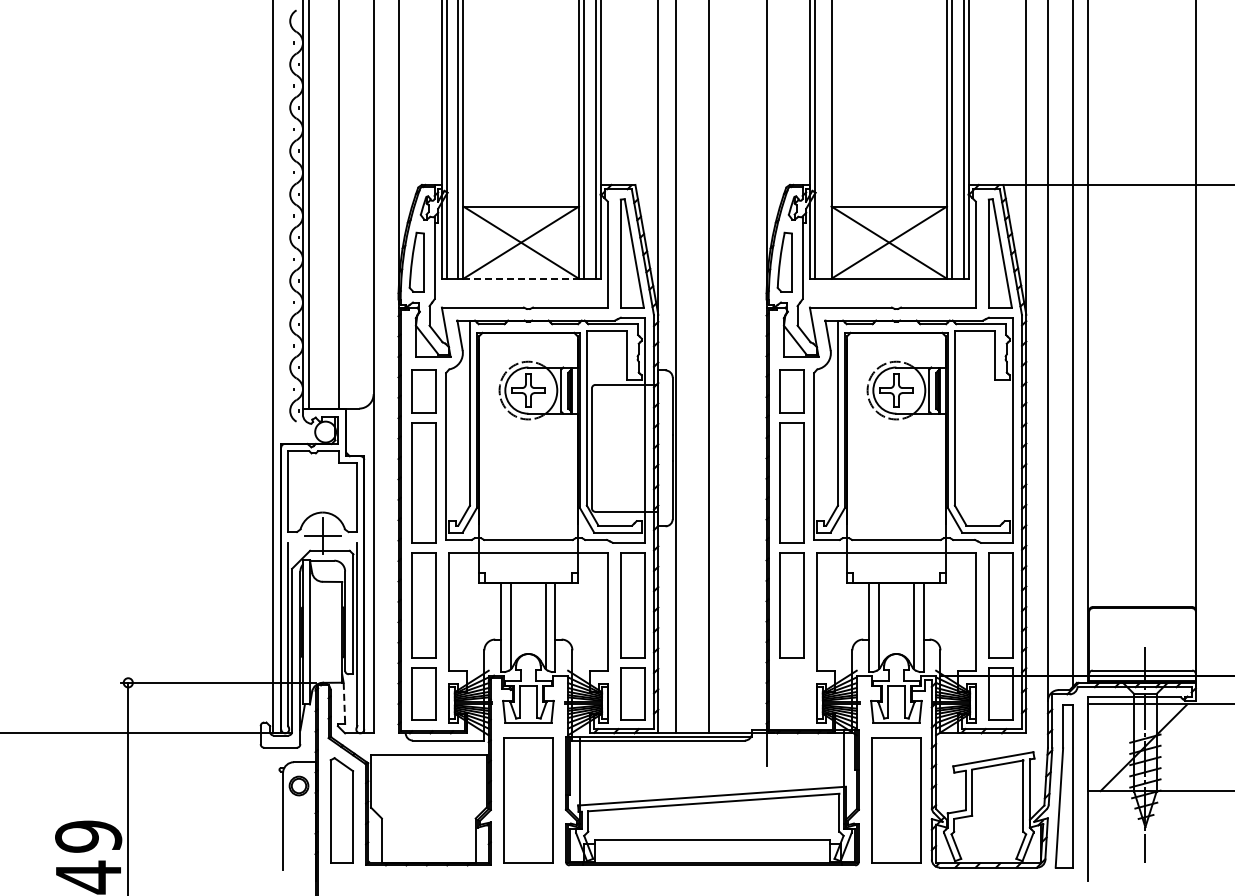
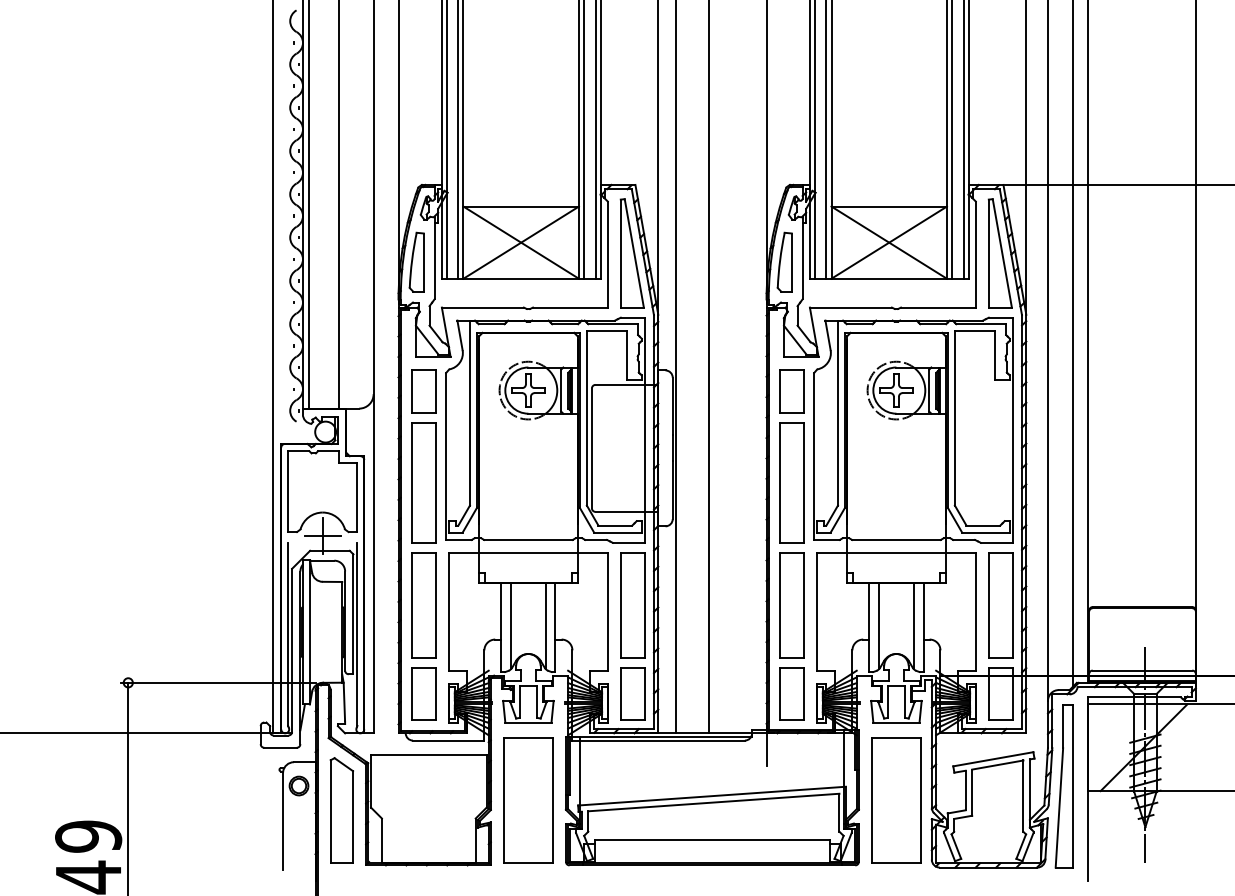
line at (826, 140): none -> present
line at (521, 278): dashed -> solid
part at (791, 693): none -> present
line at (344, 702): dashed -> solid
